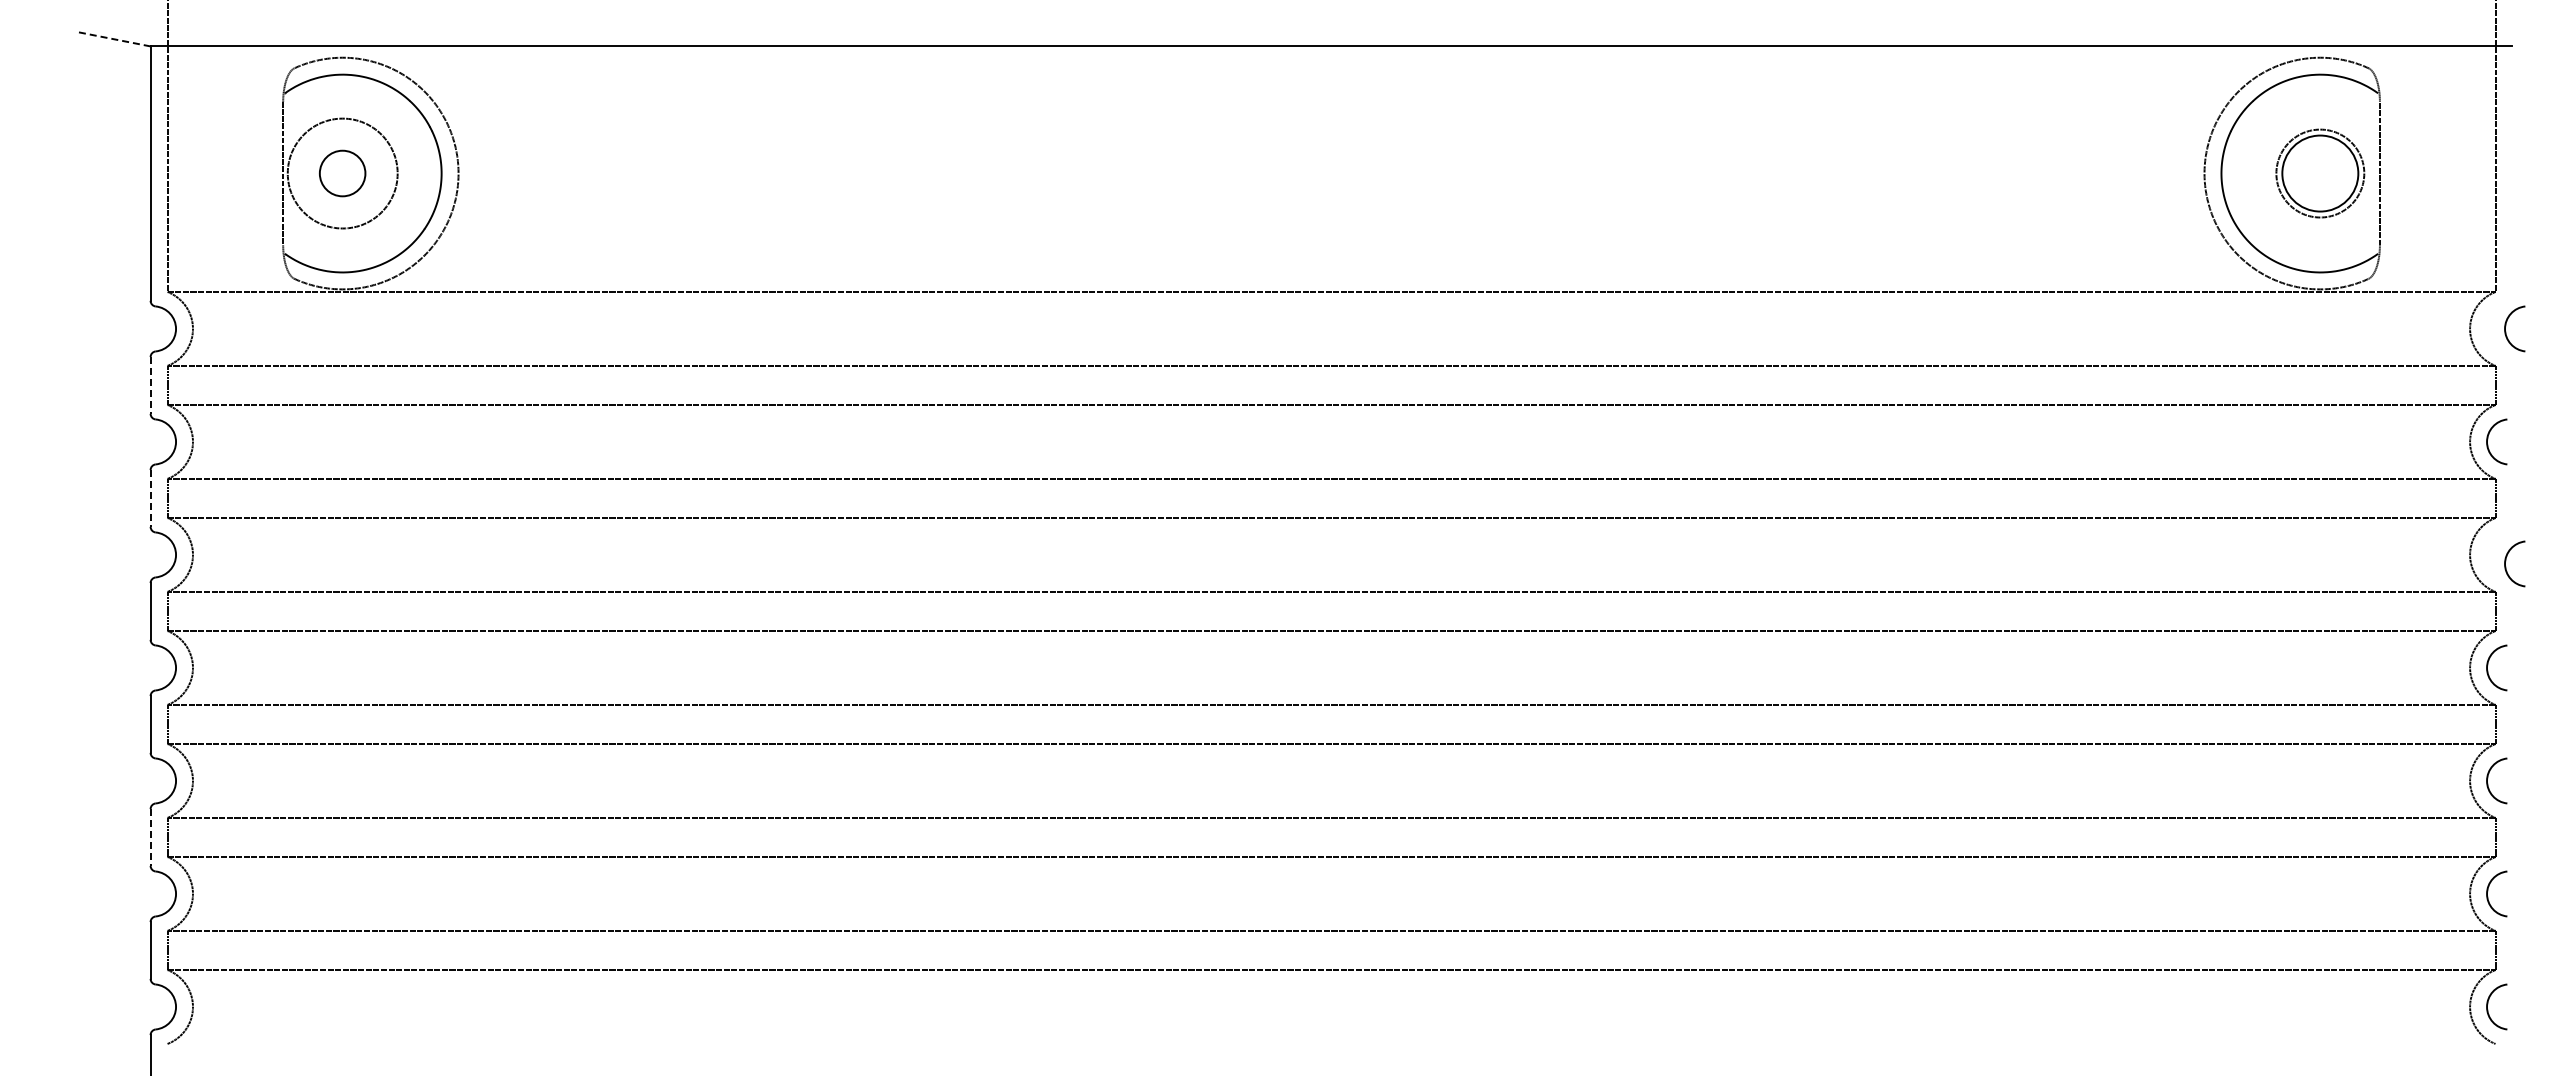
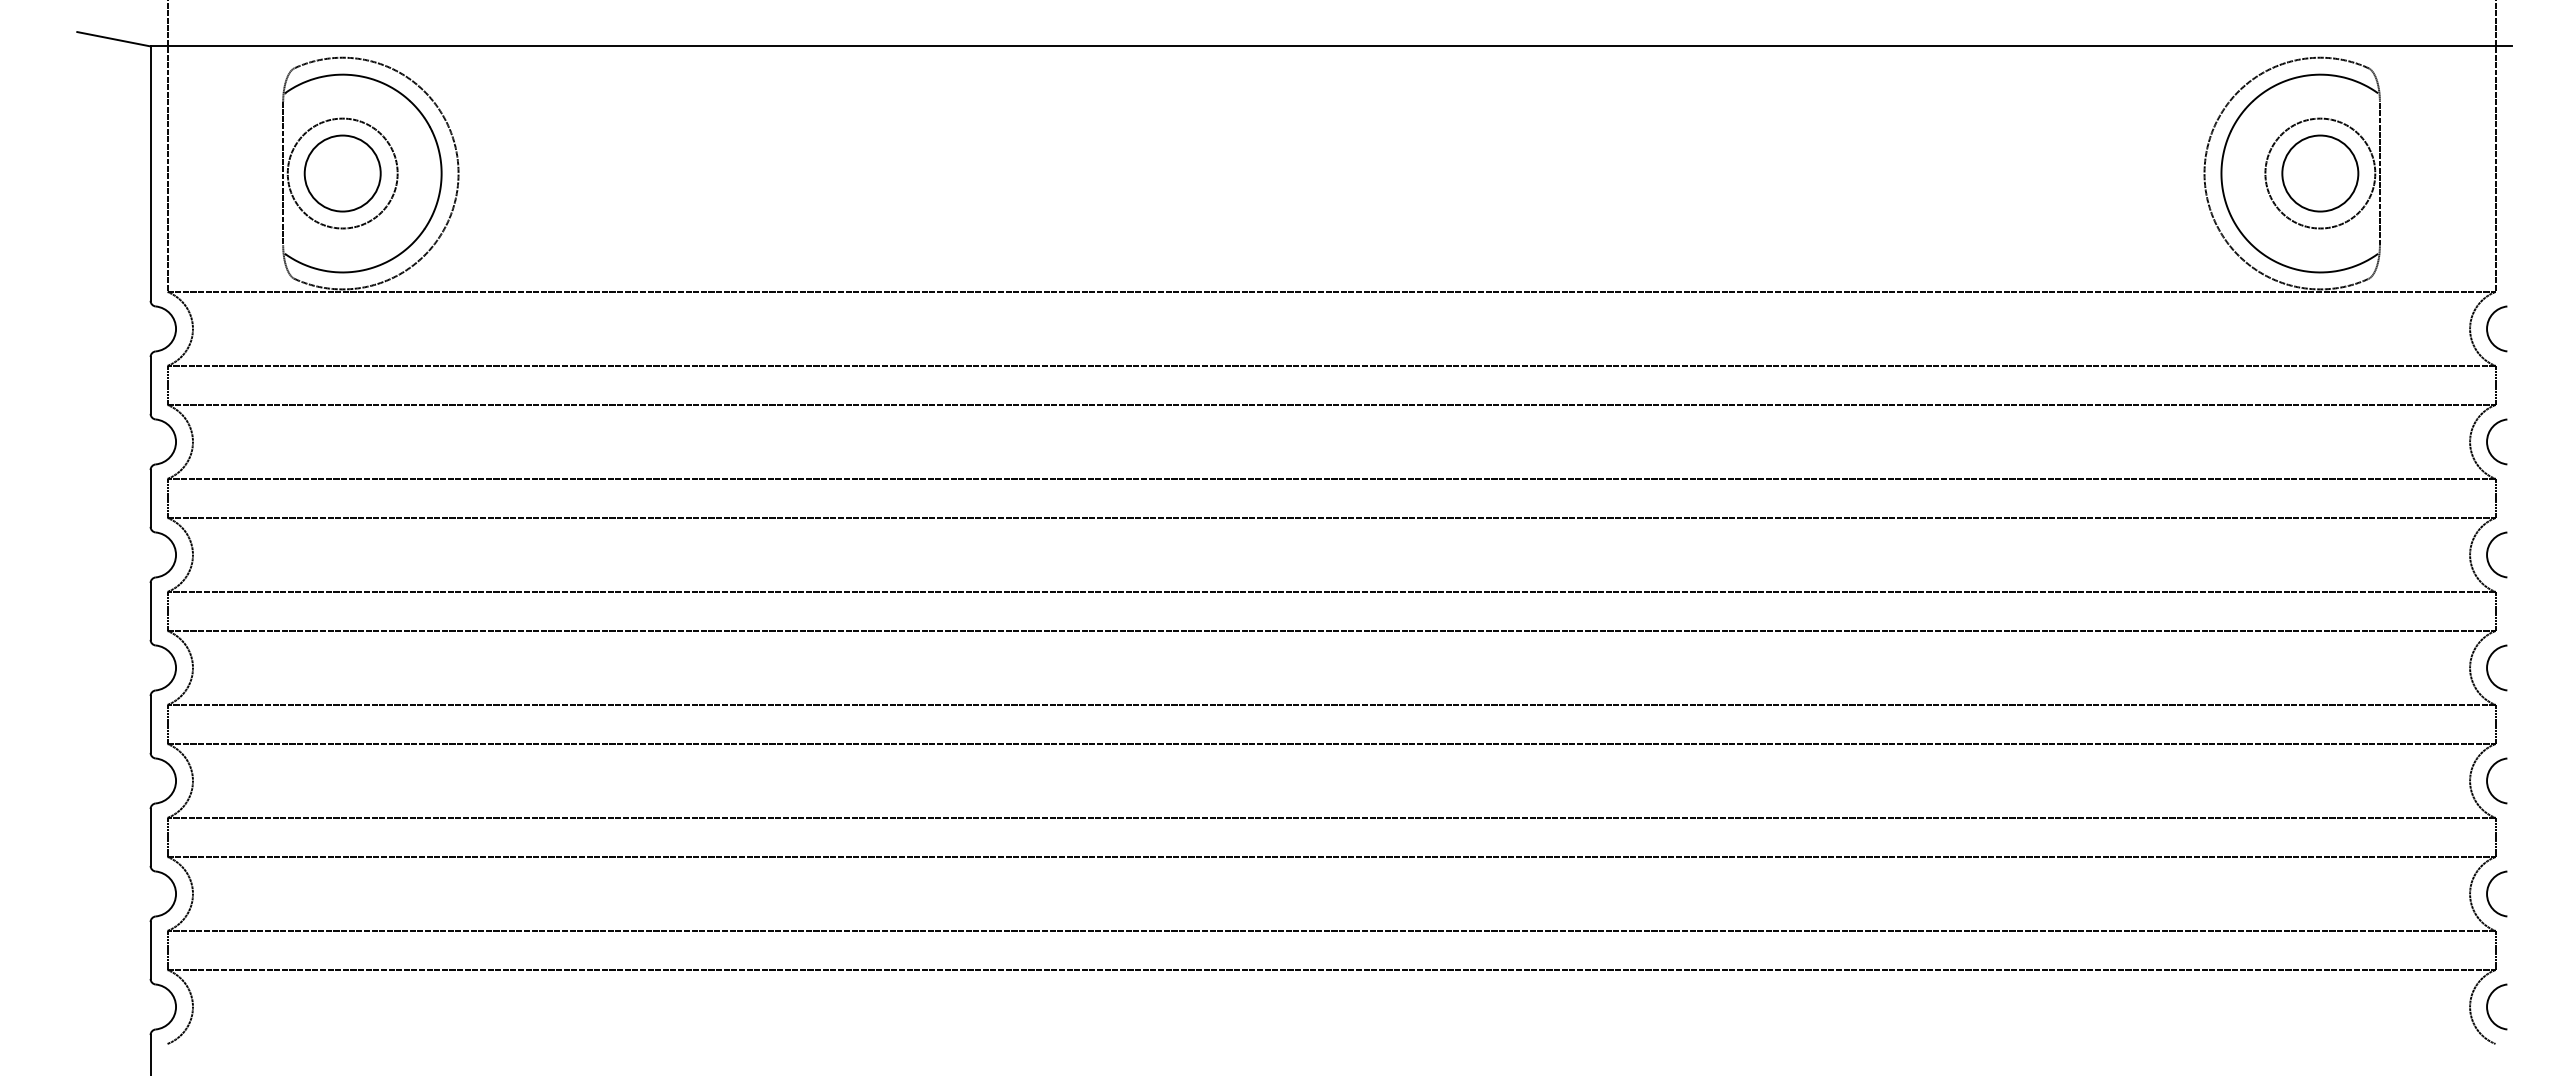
line at (113, 39): dashed -> solid
circle at (342, 173) size: 48x49 px -> 79x79 px
circle at (2320, 173) diameter: 88 px -> 110 px
arc at (2506, 326) position: (2506, 326) -> (2488, 326)
line at (150, 385): dashed -> solid
line at (150, 498): dashed -> solid
arc at (2506, 561) position: (2506, 561) -> (2488, 552)
line at (150, 837): dashed -> solid
